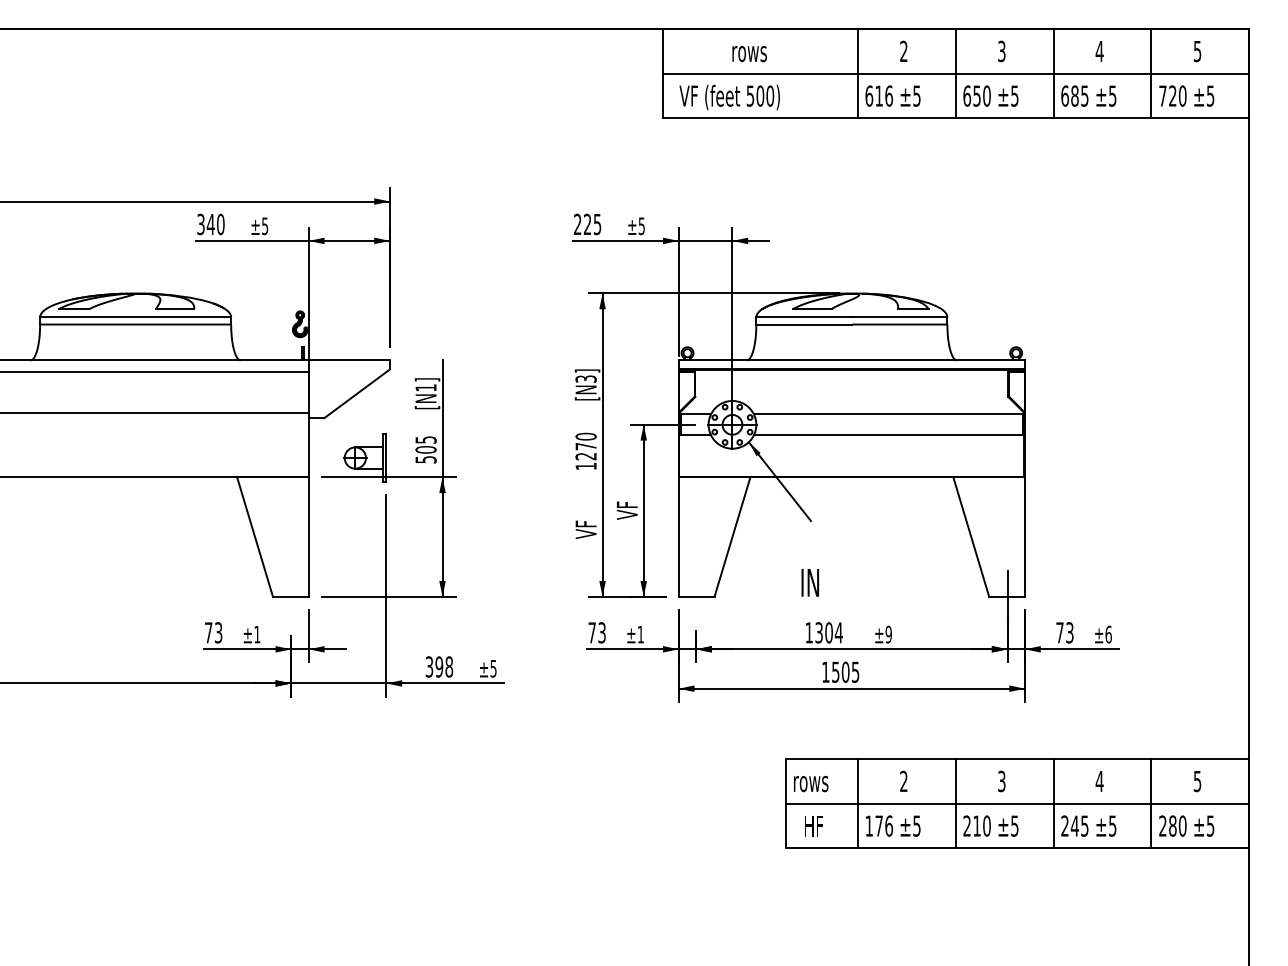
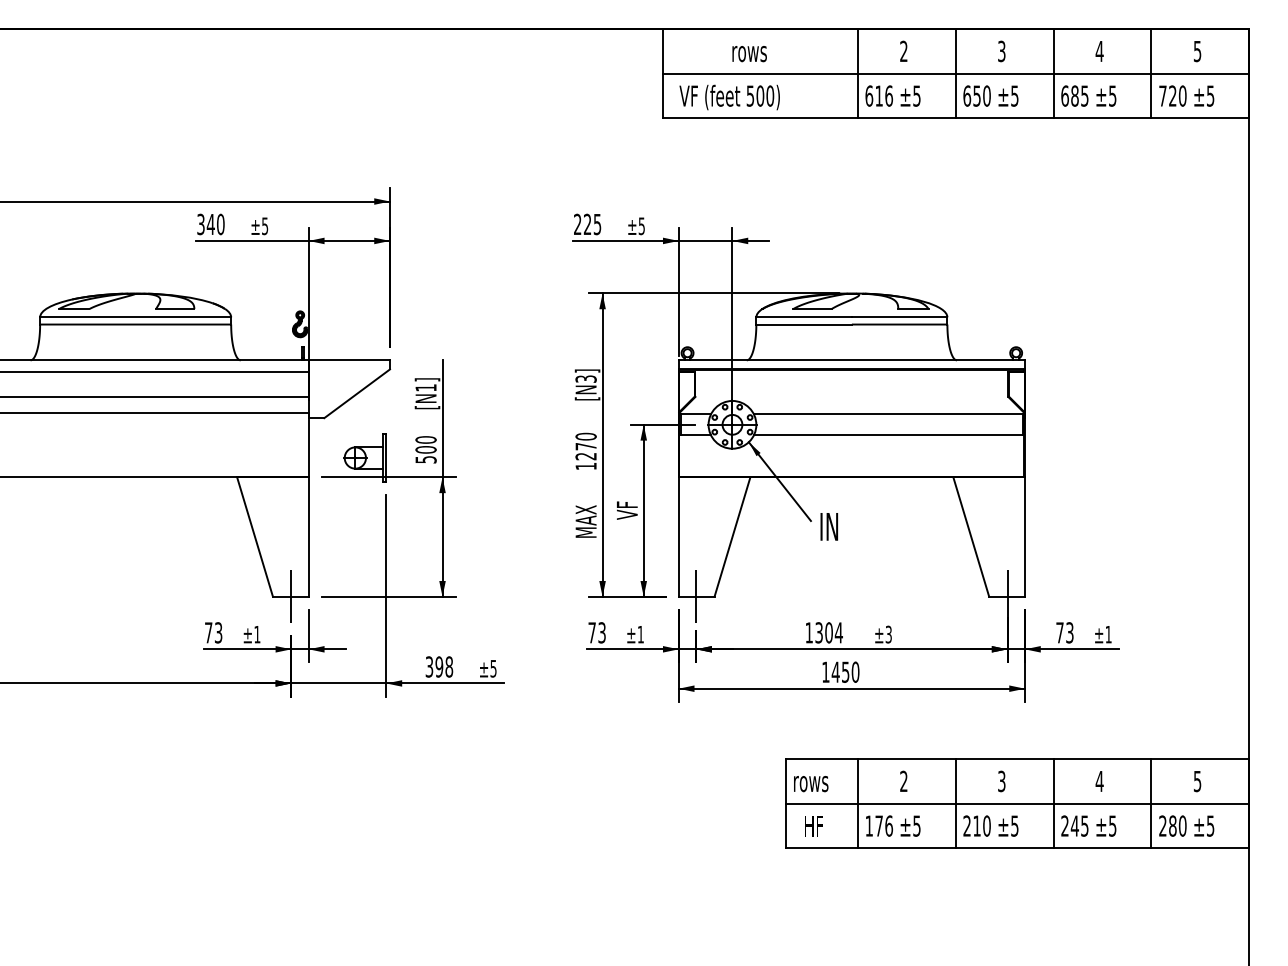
line at (155, 396): none -> present
text at (425, 439): 505 -> 500
text at (585, 521): VF -> MAX
text at (809, 582) position: (809, 582) -> (828, 526)
line at (291, 596): none -> present
line at (696, 596): none -> present
text at (888, 634): ±9 -> ±3
text at (1108, 634): ±6 -> ±1
text at (845, 671): 1505 -> 1450
